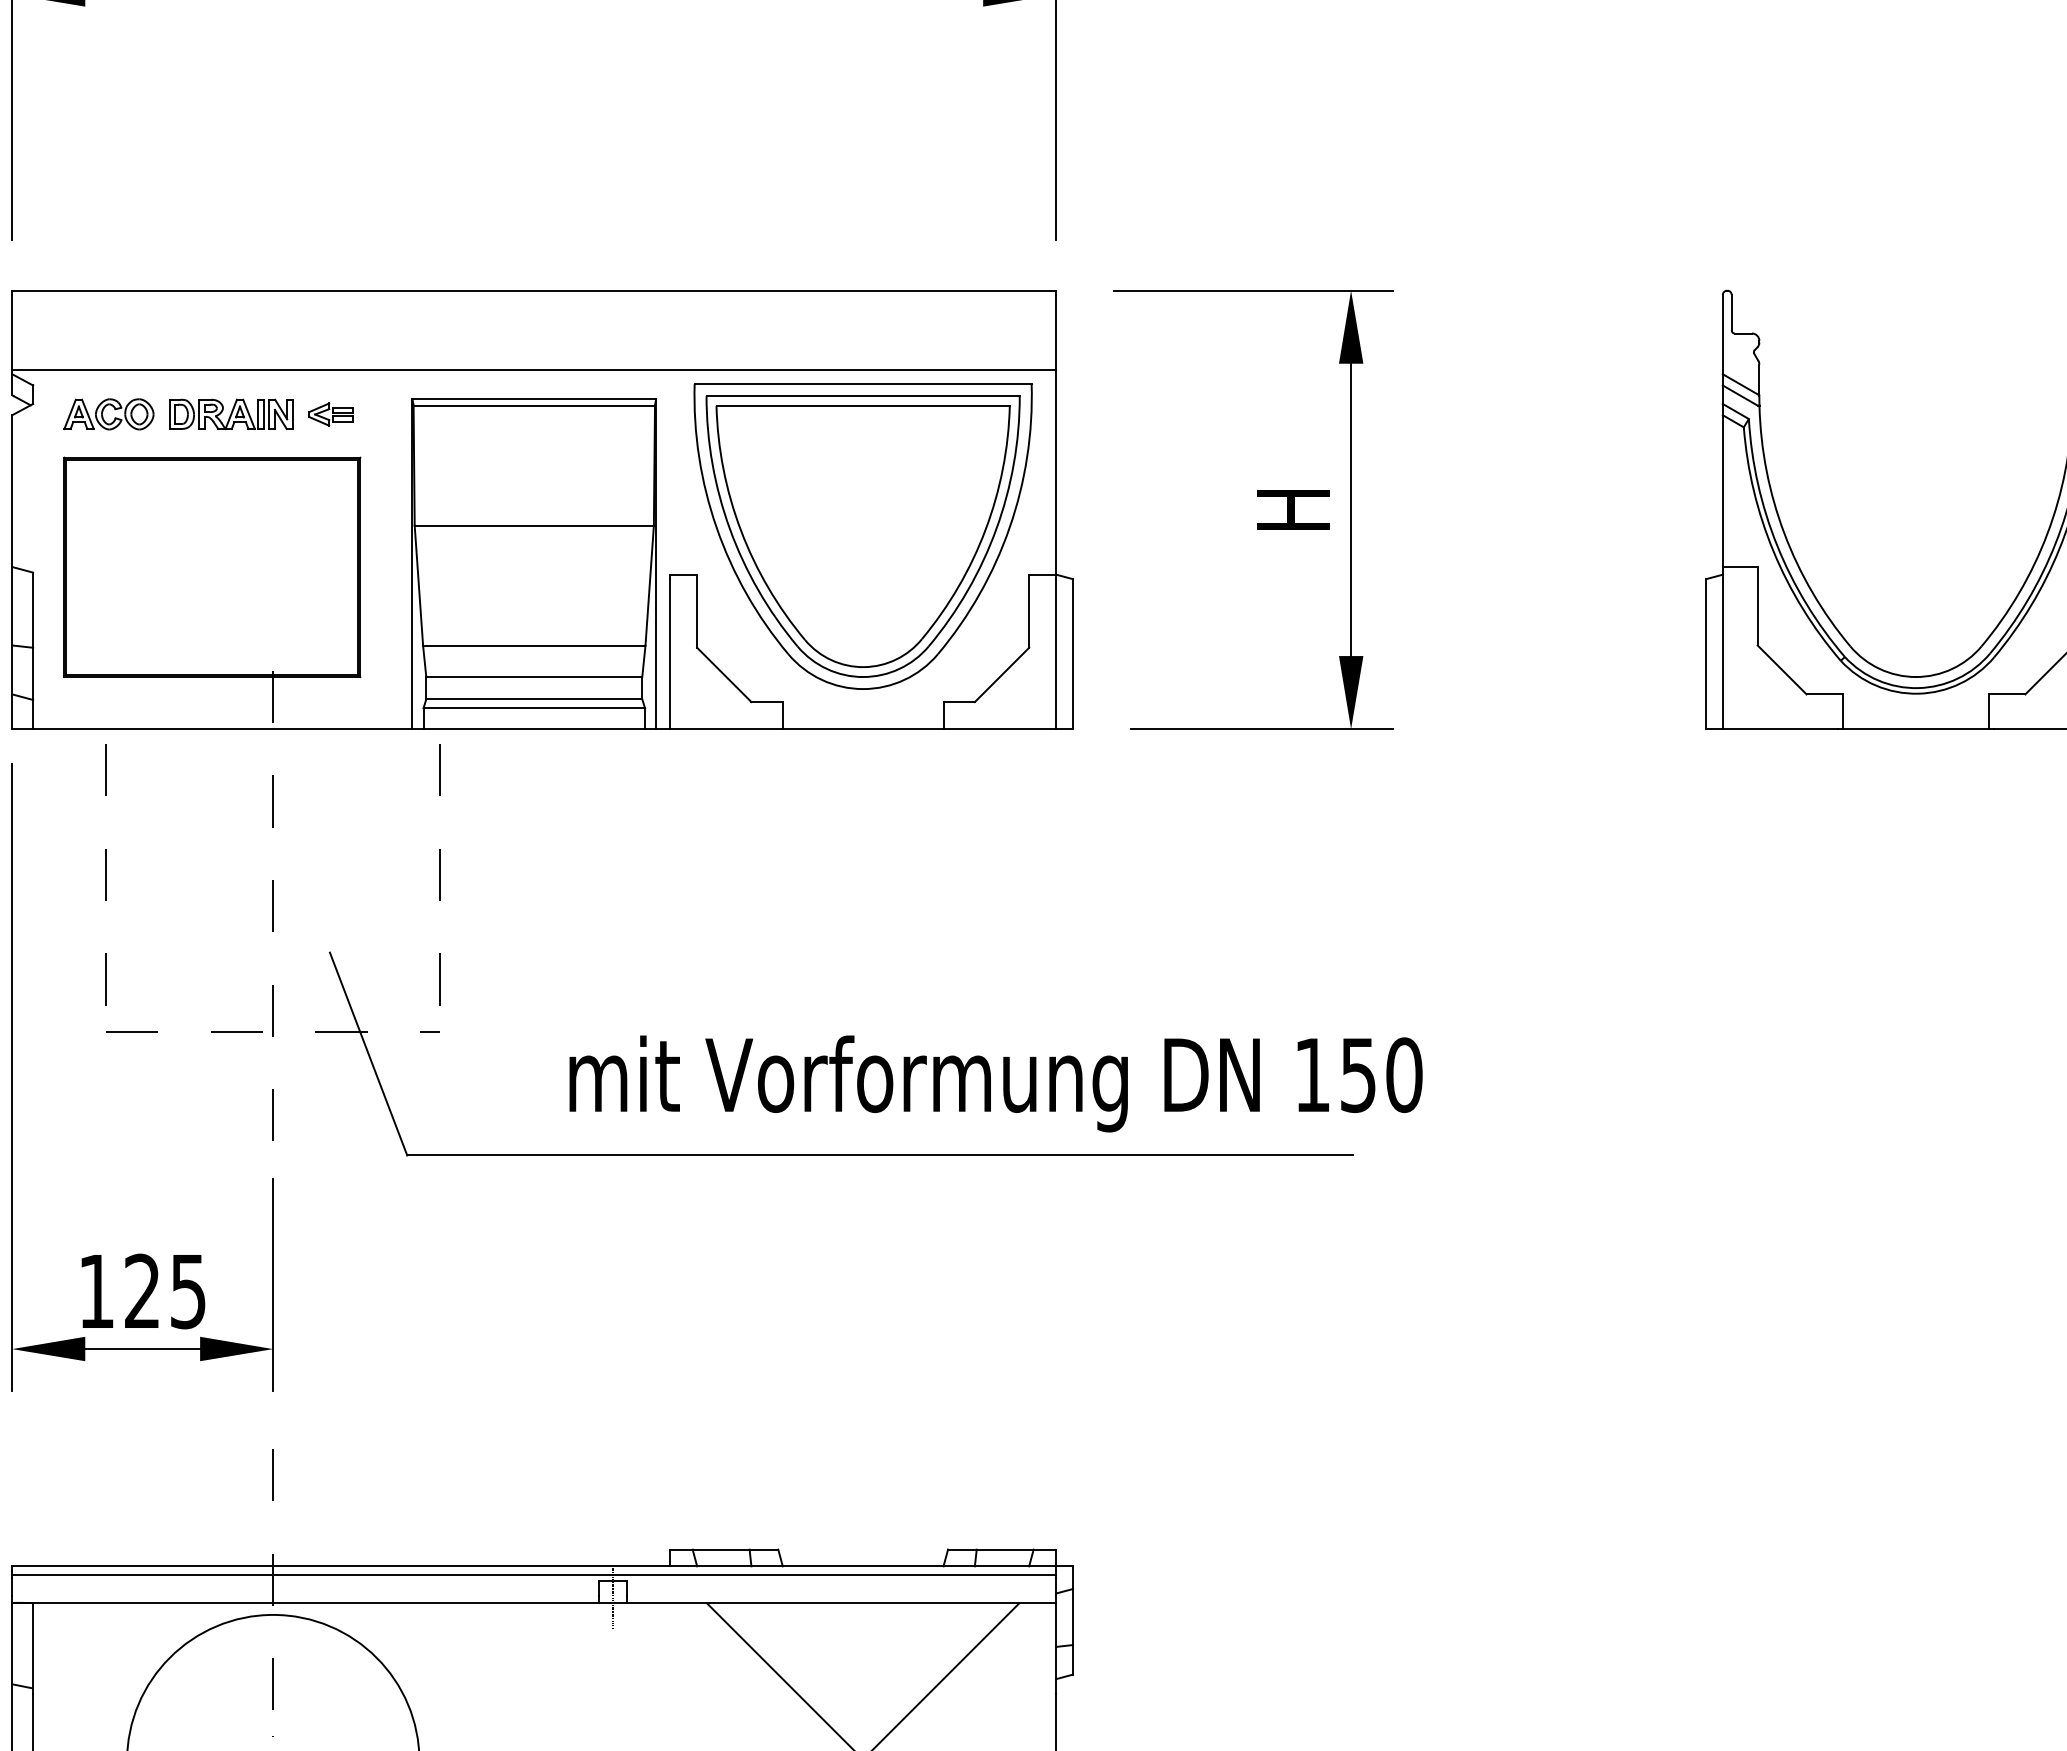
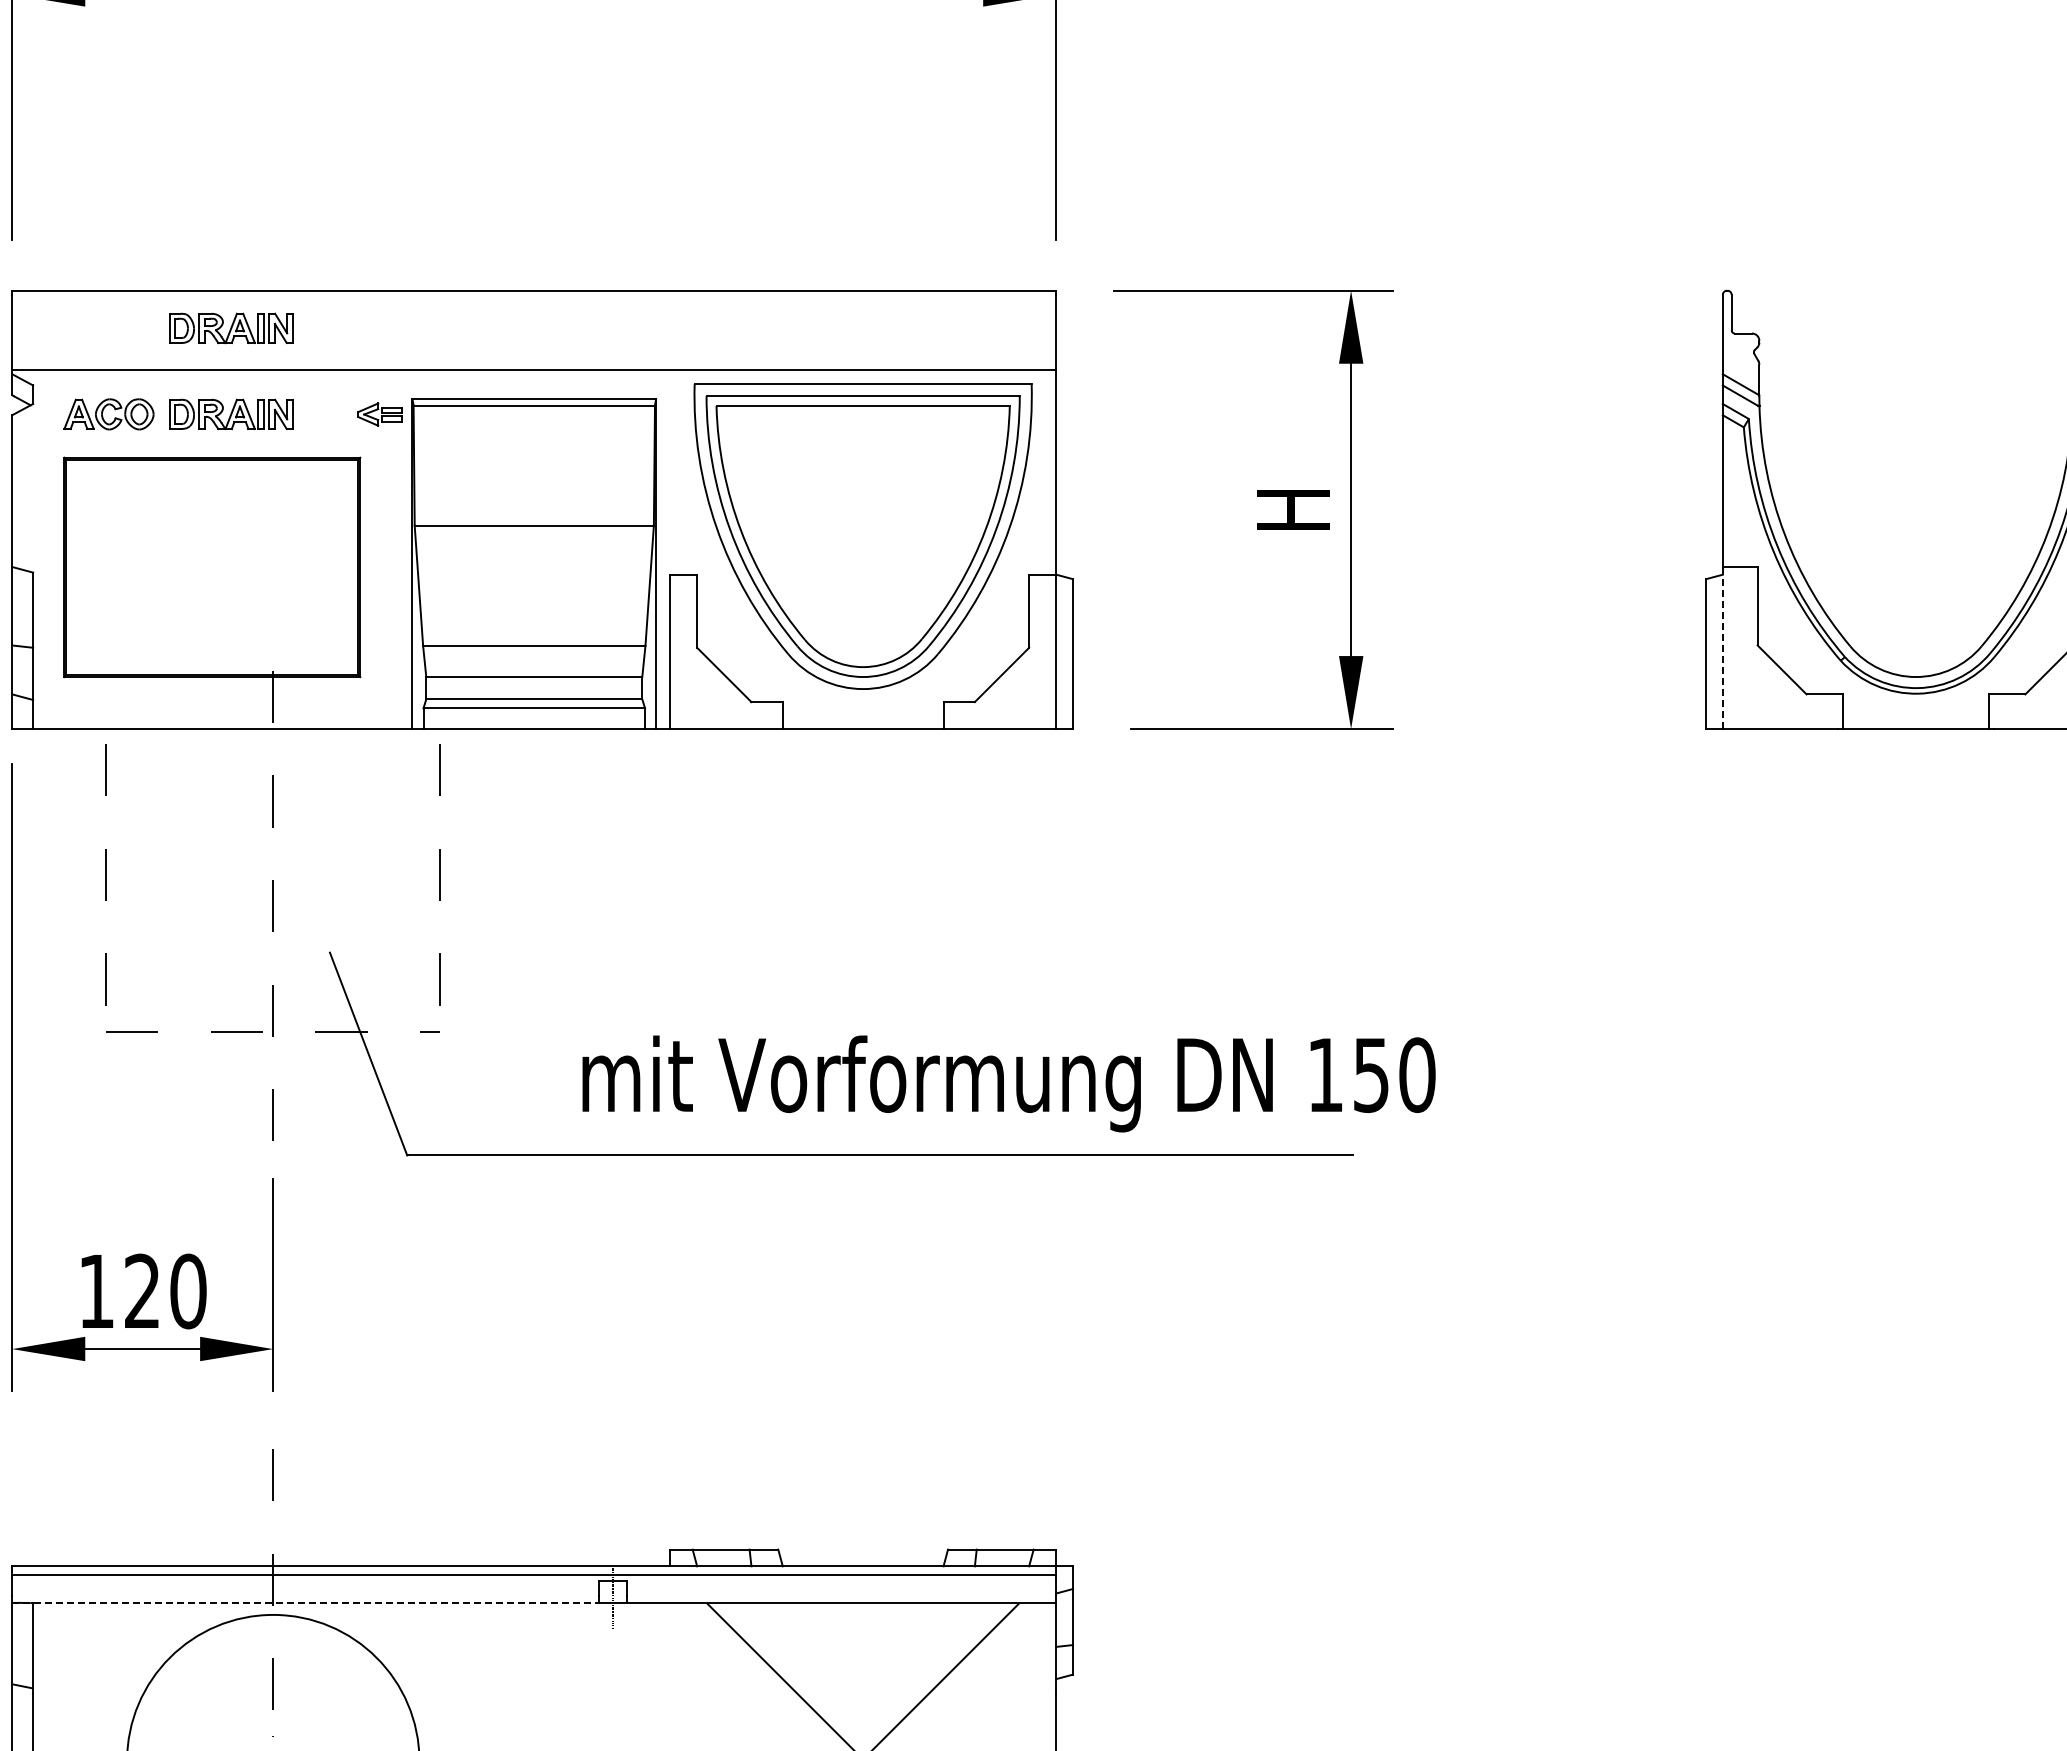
part at (231, 328): none -> present
part at (330, 414) position: (330, 414) -> (379, 414)
line at (1722, 650): solid -> dashed
text at (995, 1083) position: (995, 1083) -> (1008, 1083)
text at (188, 1291): 125 -> 120
line at (305, 1602): solid -> dashed
